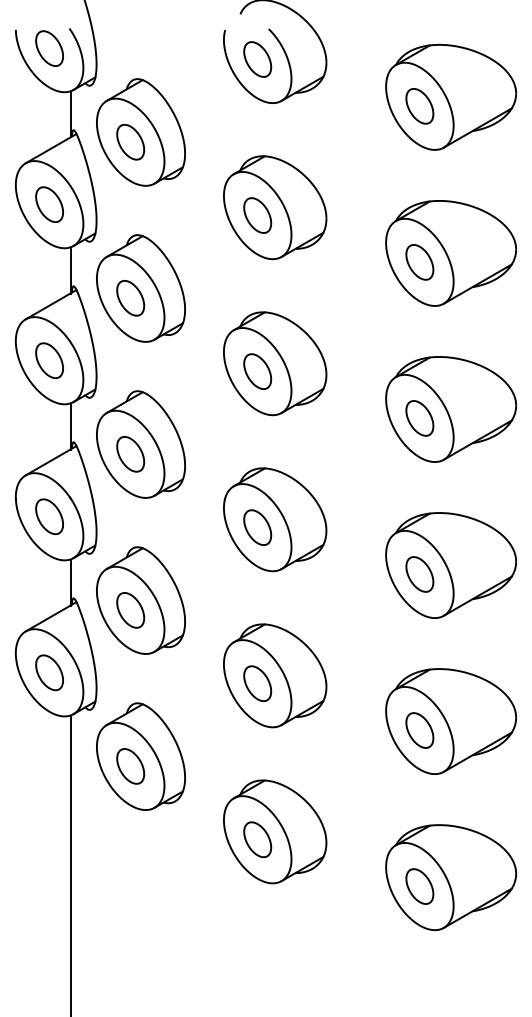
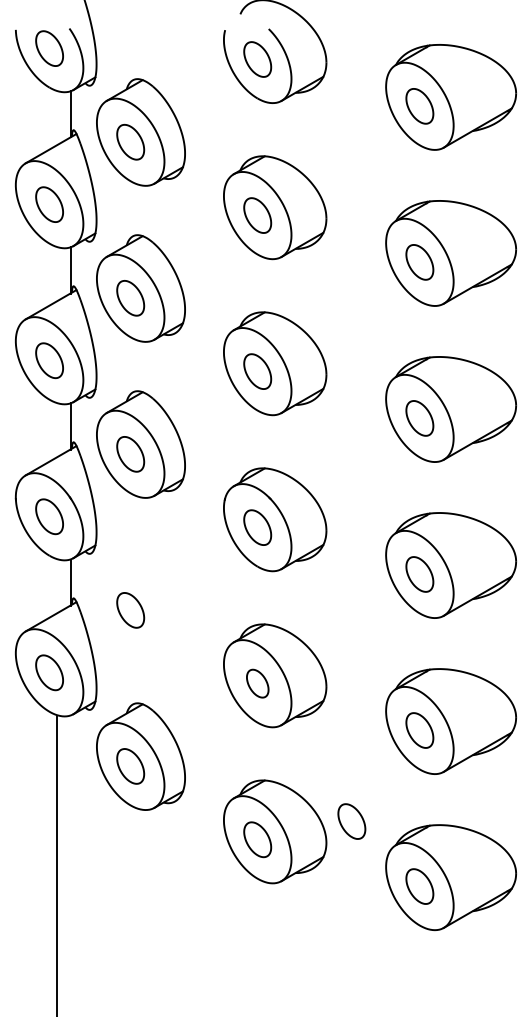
part at (140, 600): present -> none
part at (257, 683) size: 30x37 px -> 24x31 px
part at (351, 821): none -> present
line at (70, 864) position: (70, 864) -> (56, 864)
